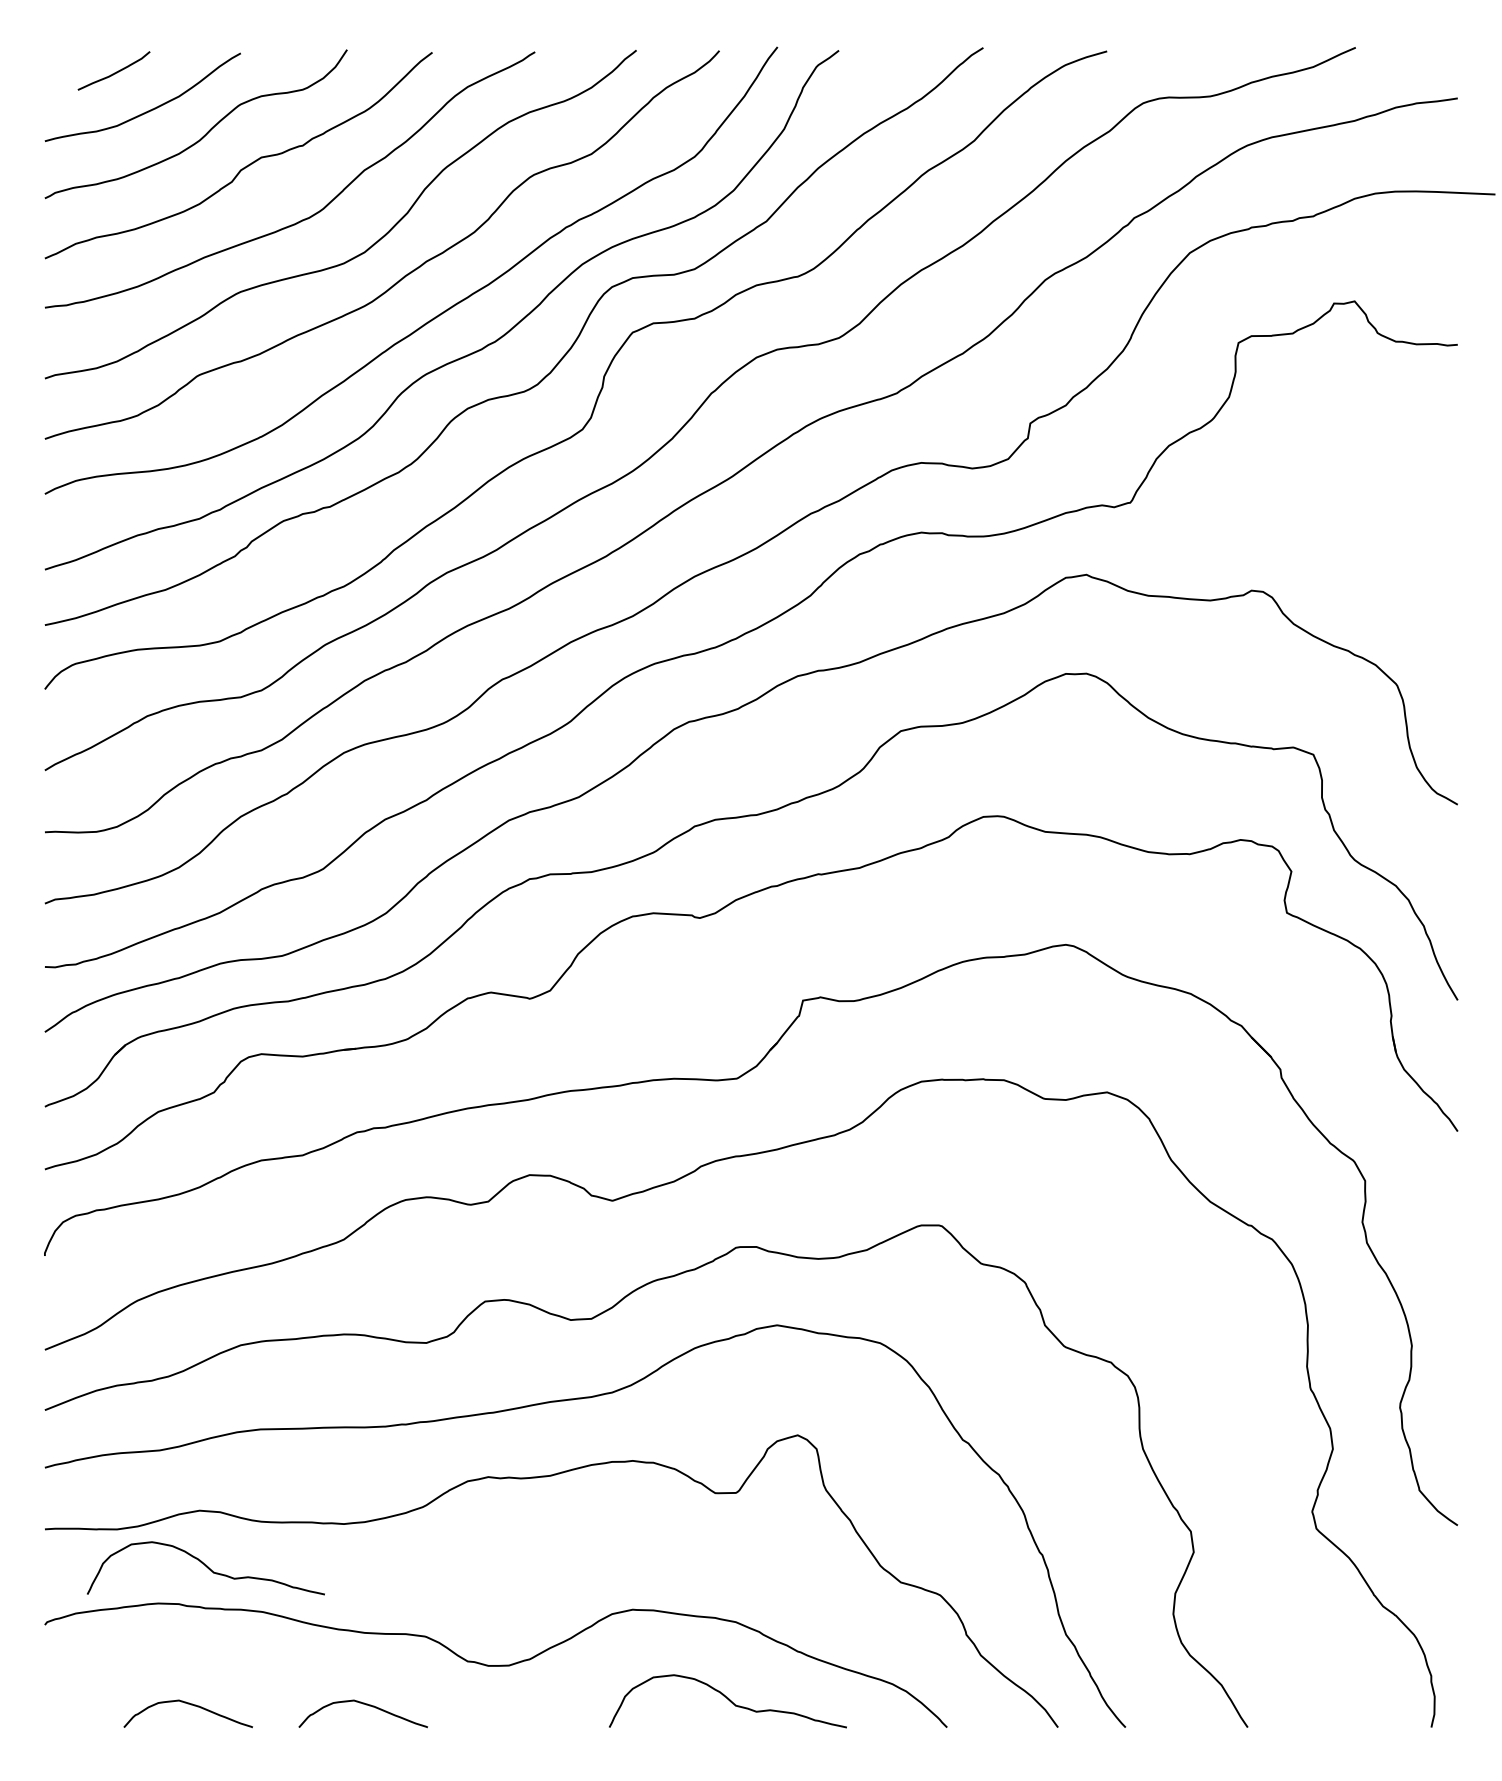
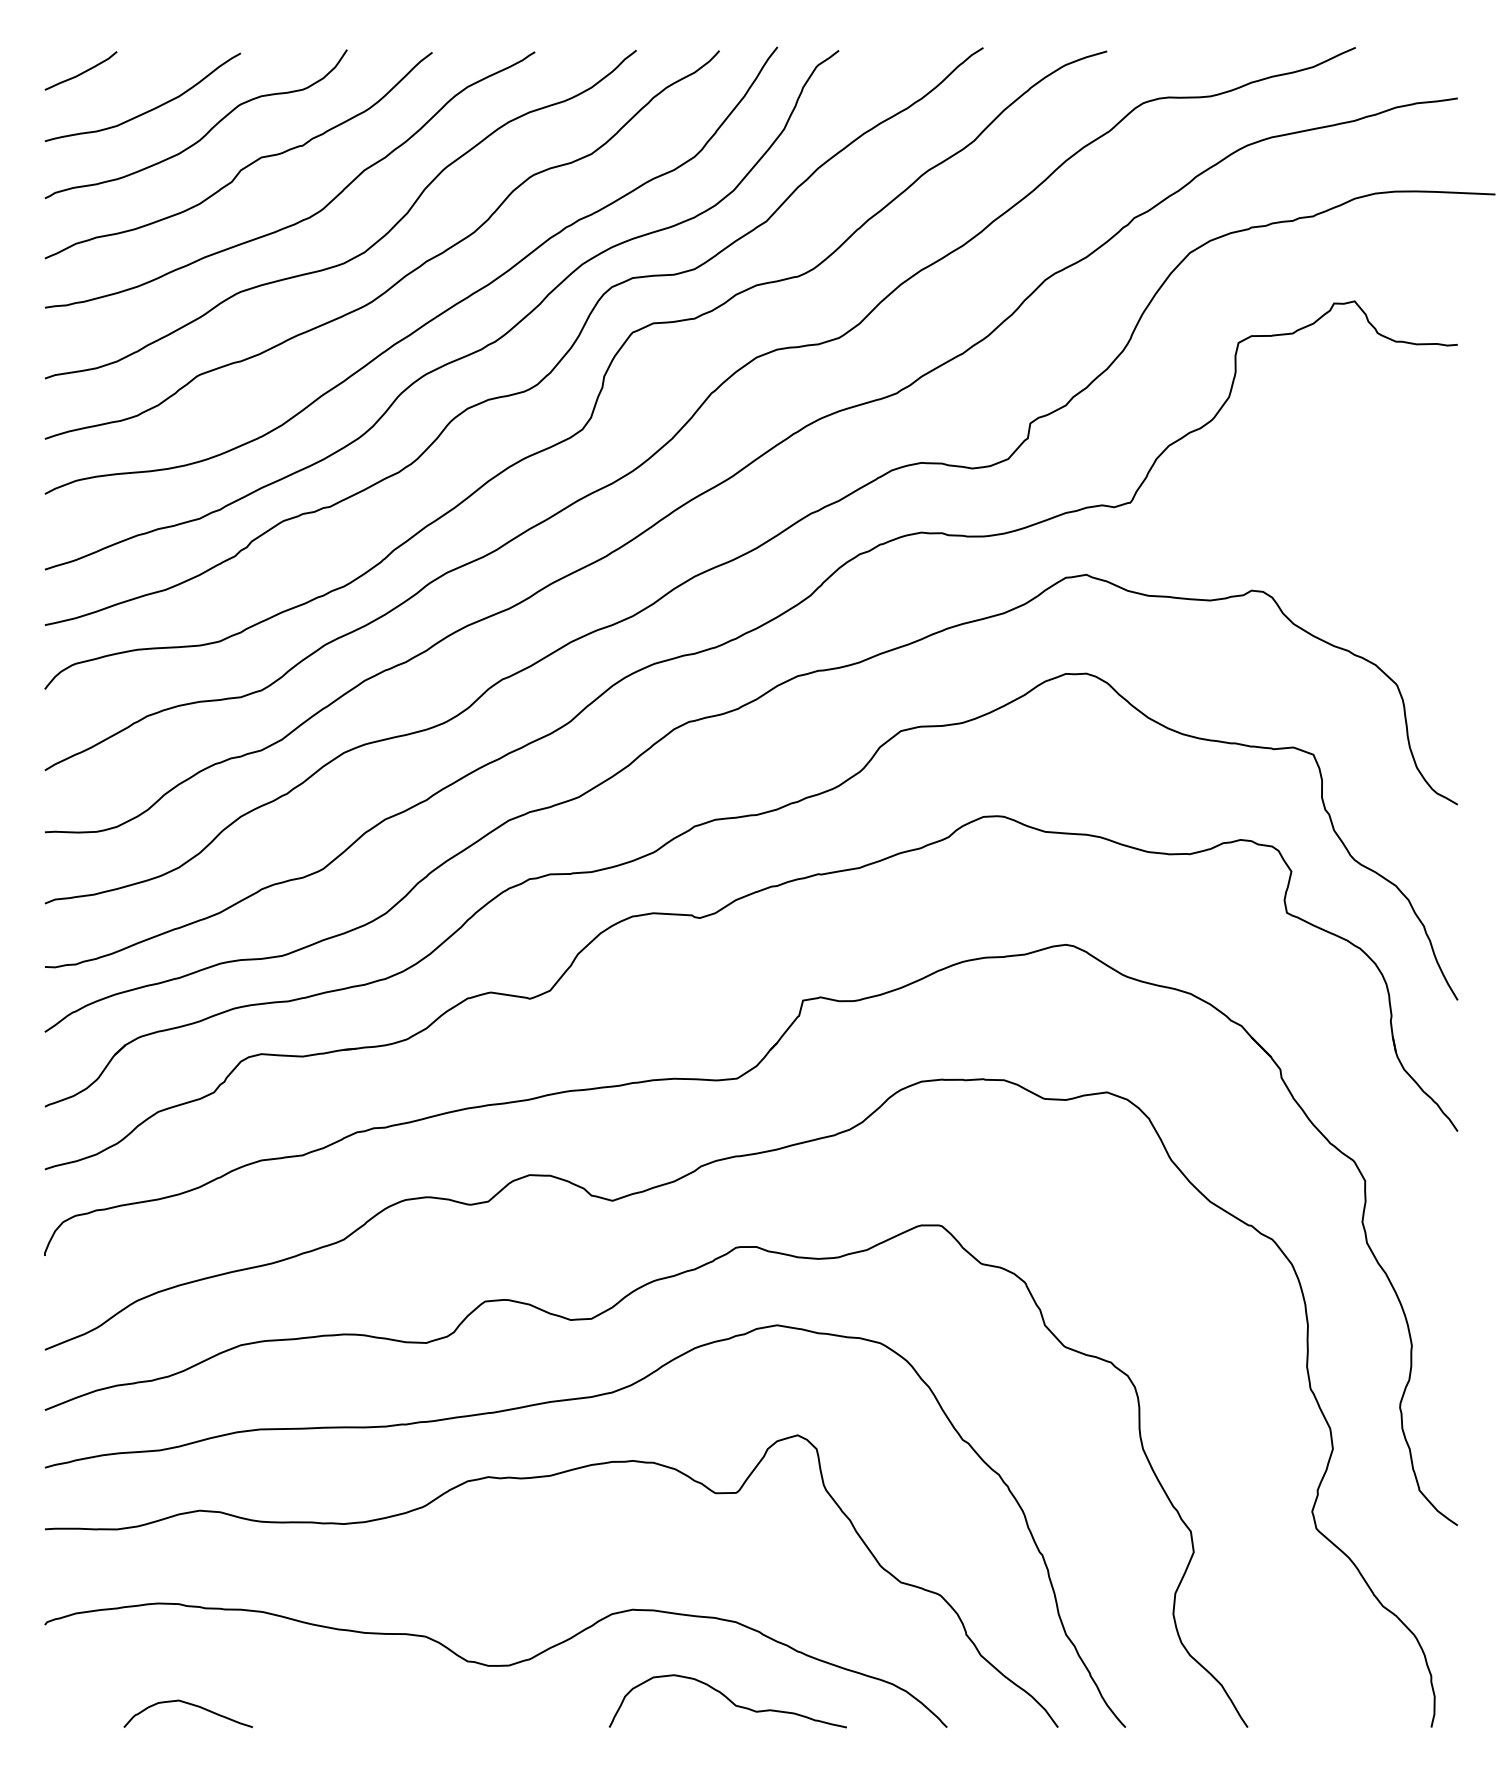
curve at (114, 72) position: (114, 72) -> (81, 72)
curve at (206, 1567): present -> none
curve at (366, 1705): present -> none
